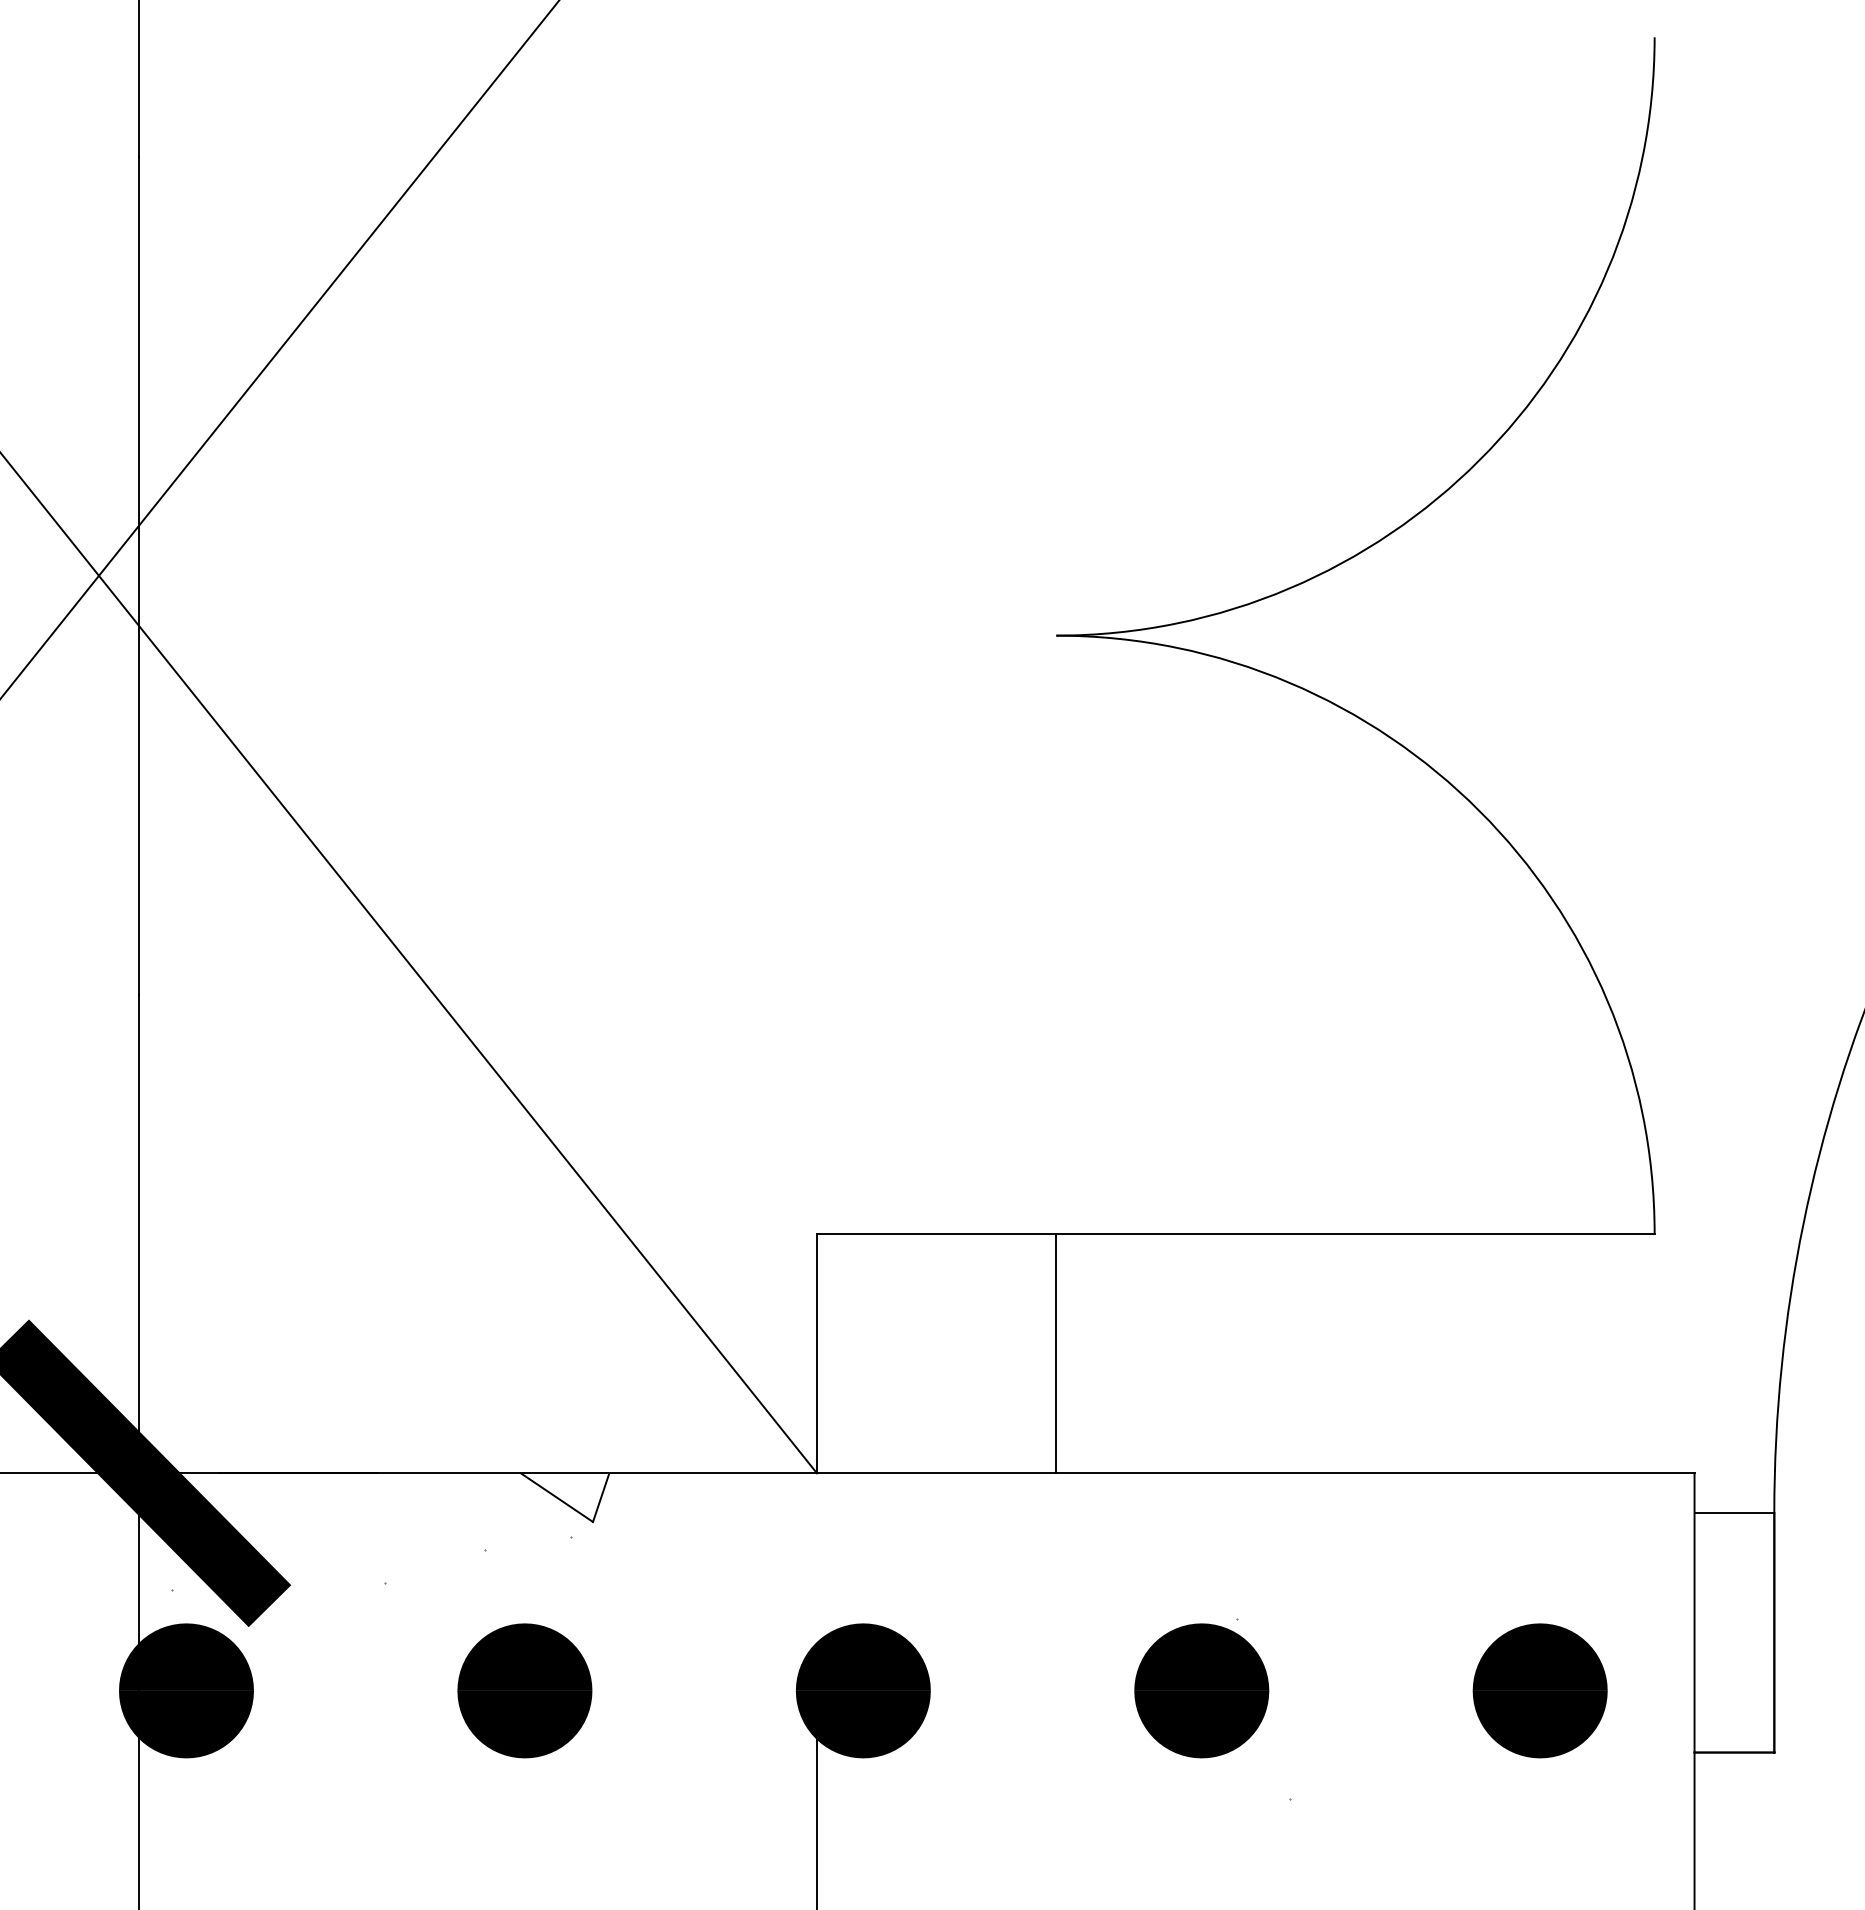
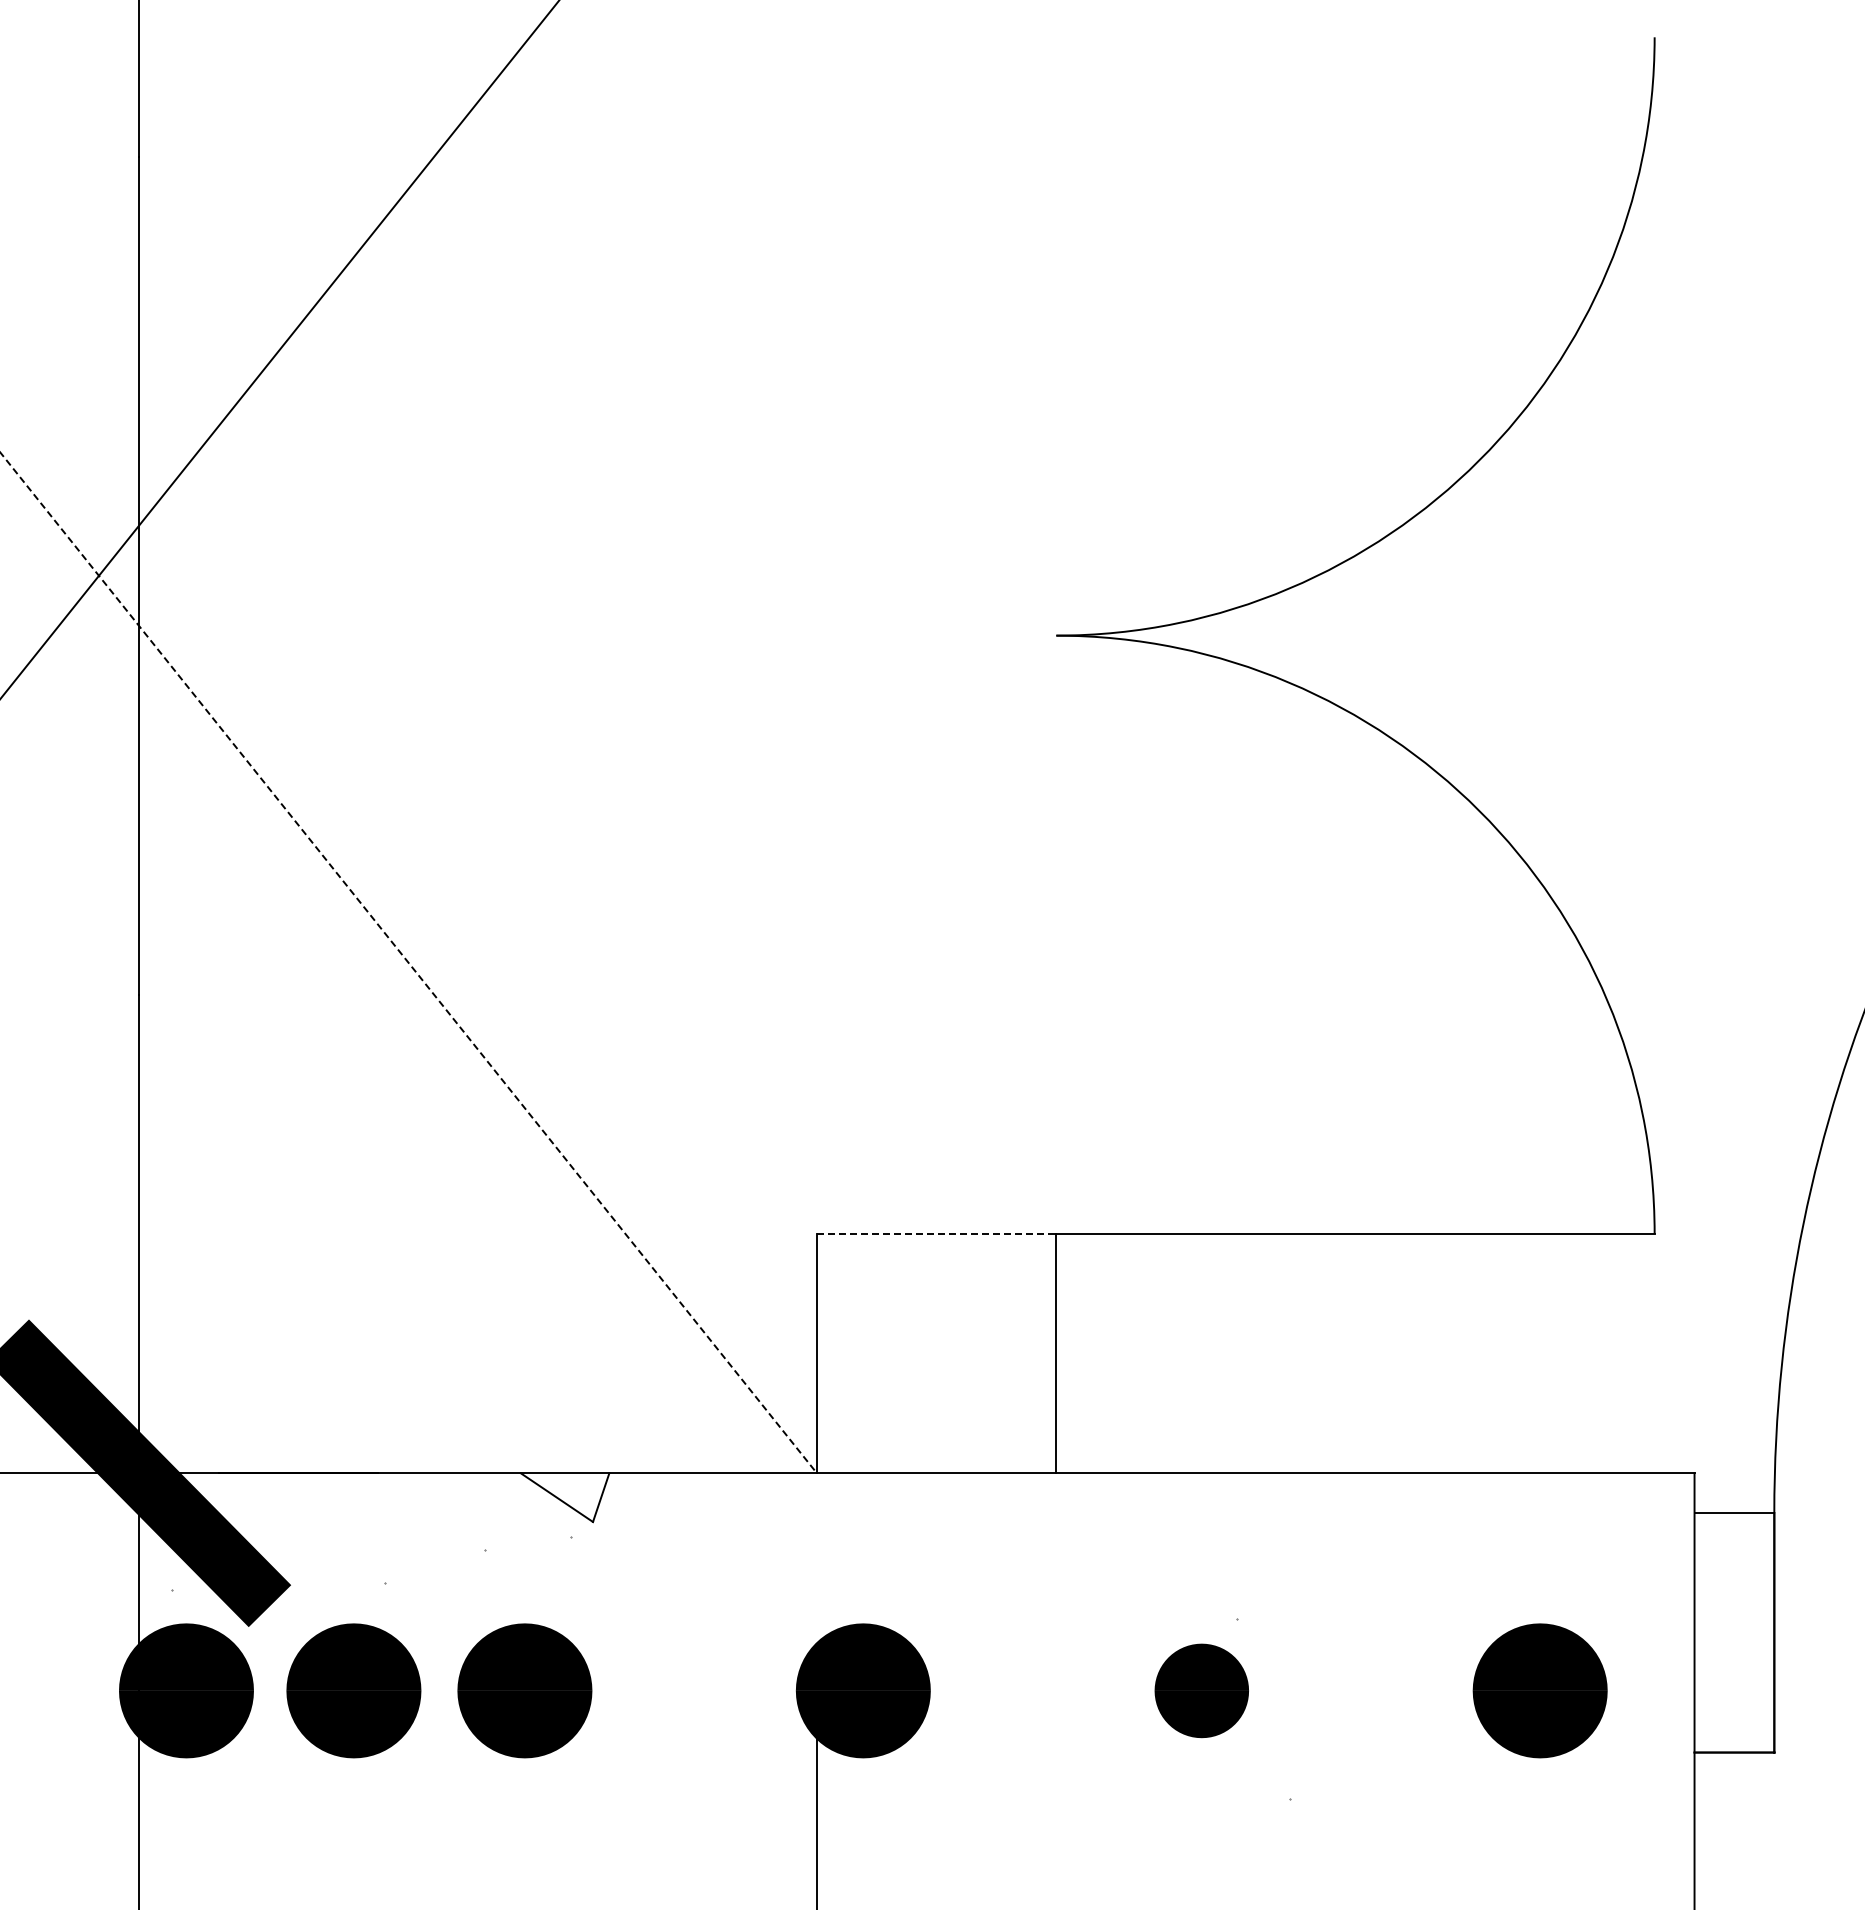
line at (409, 963): solid -> dashed
line at (936, 1233): solid -> dashed
part at (353, 1690): none -> present
part at (1201, 1690) size: 136x136 px -> 95x96 px
